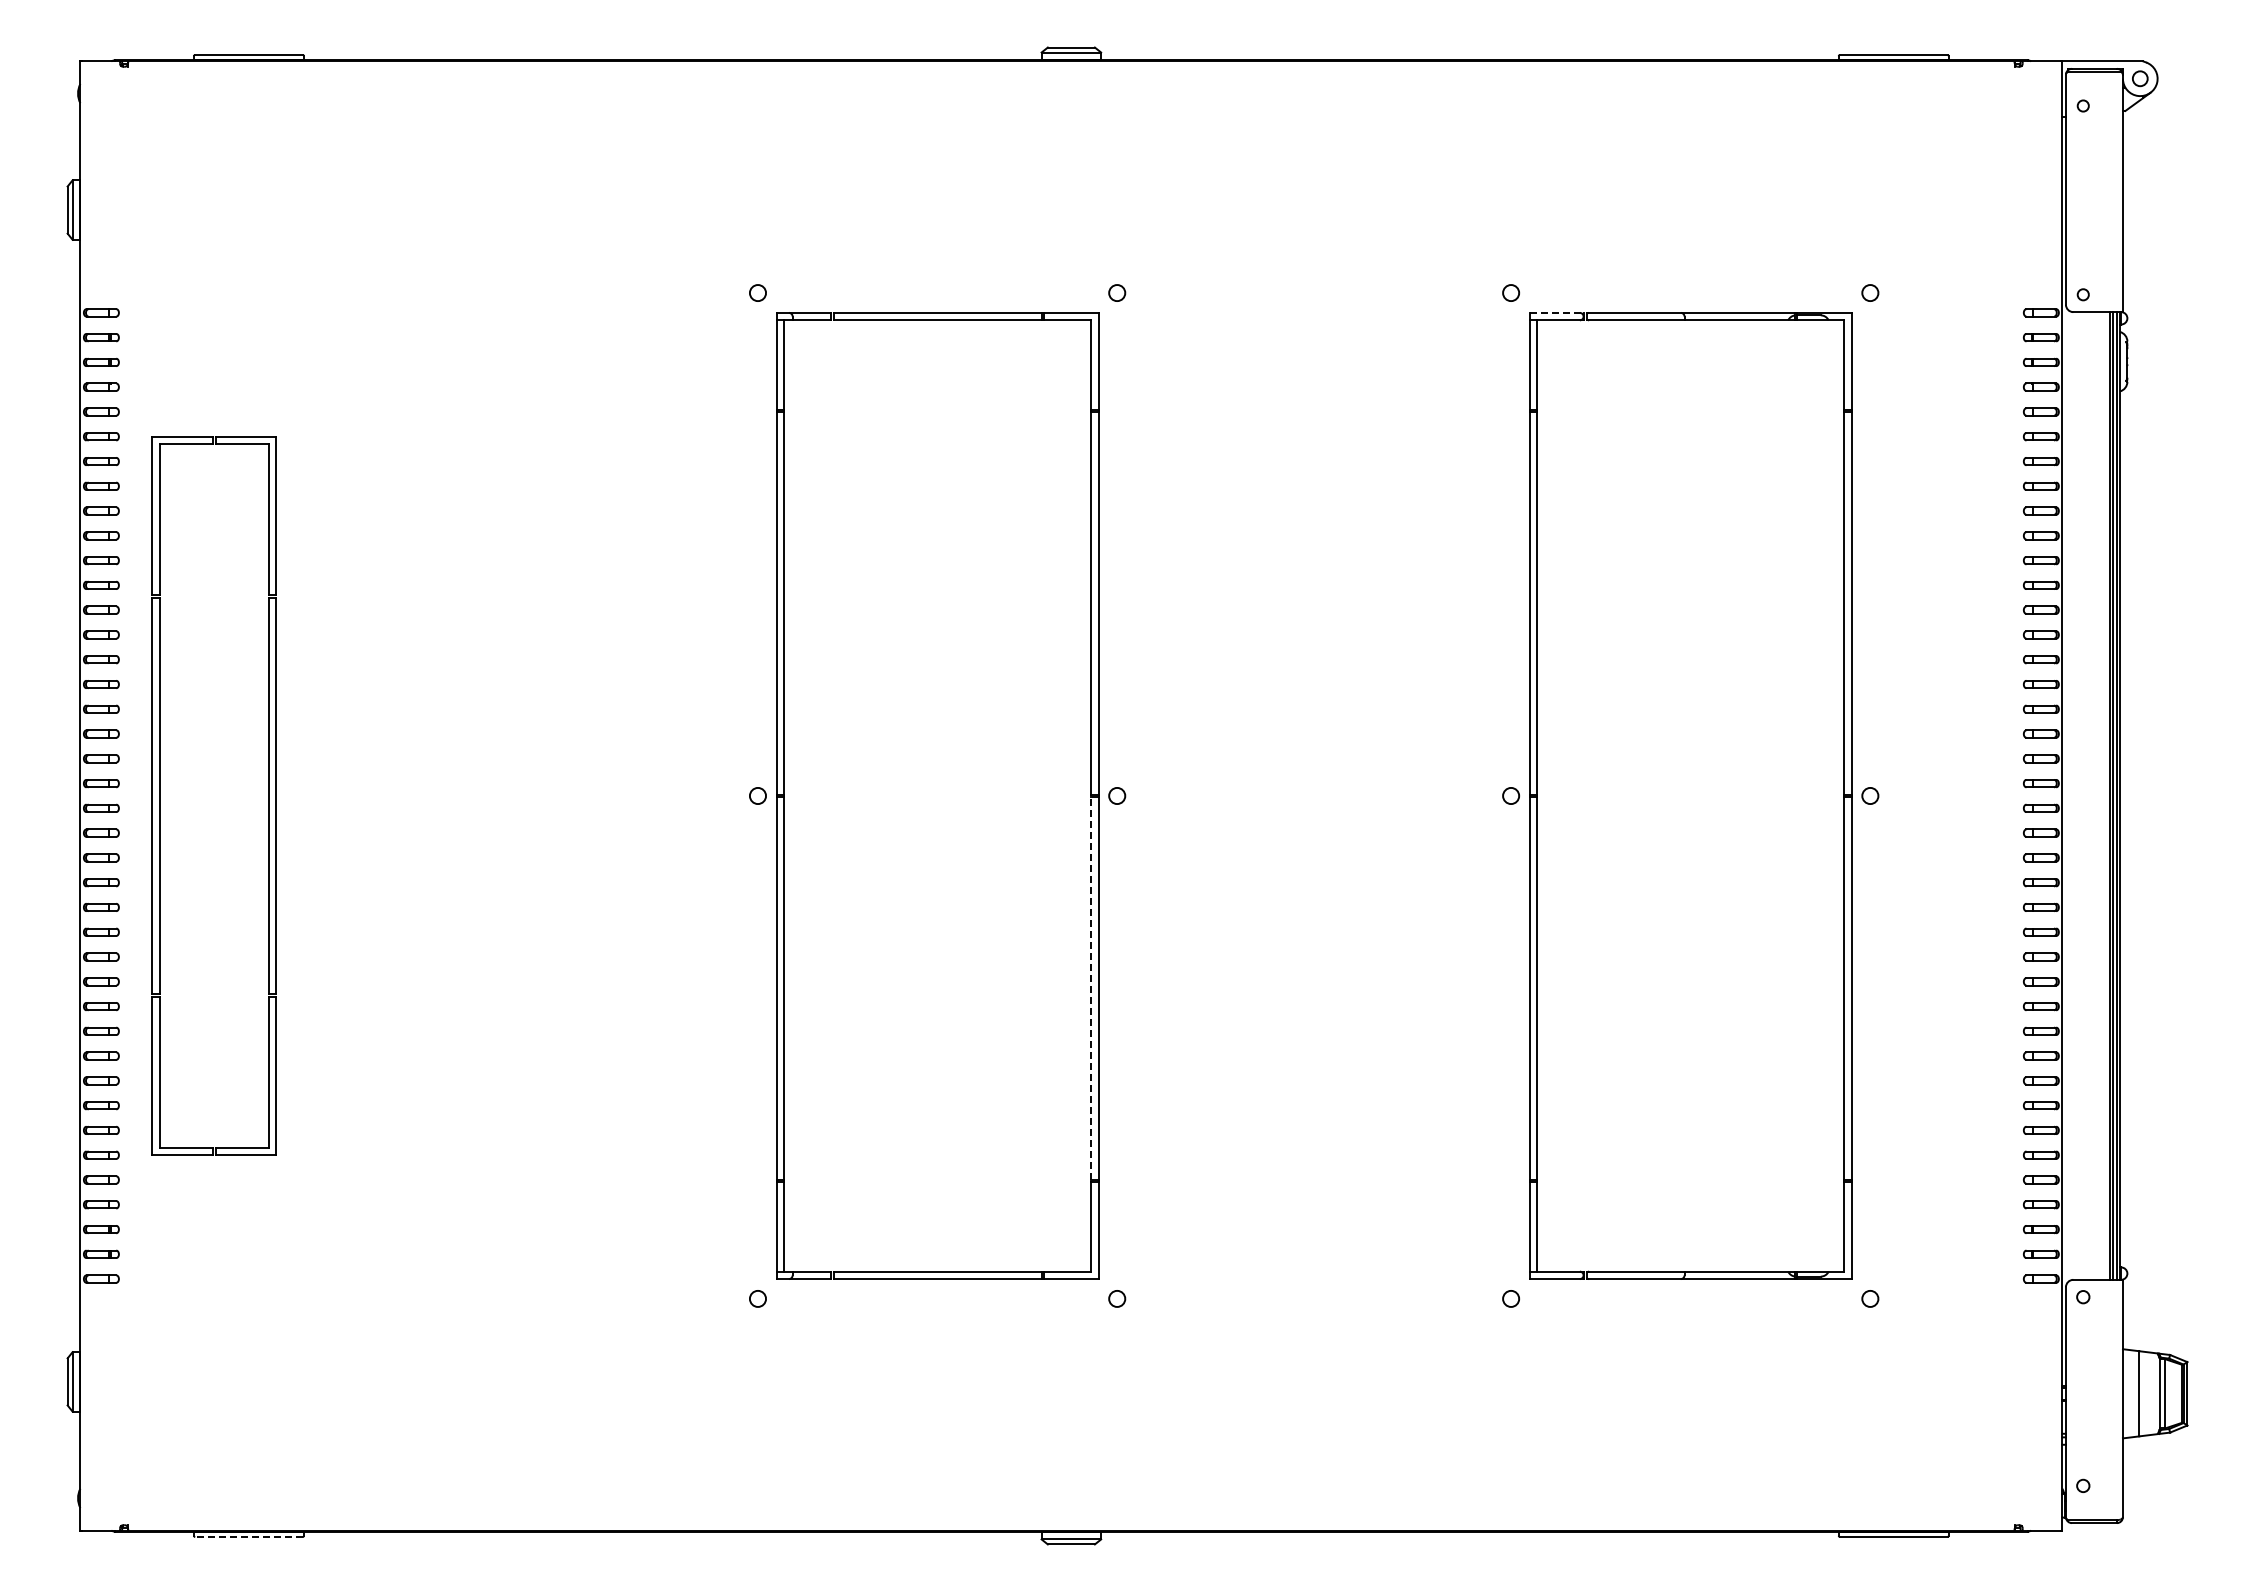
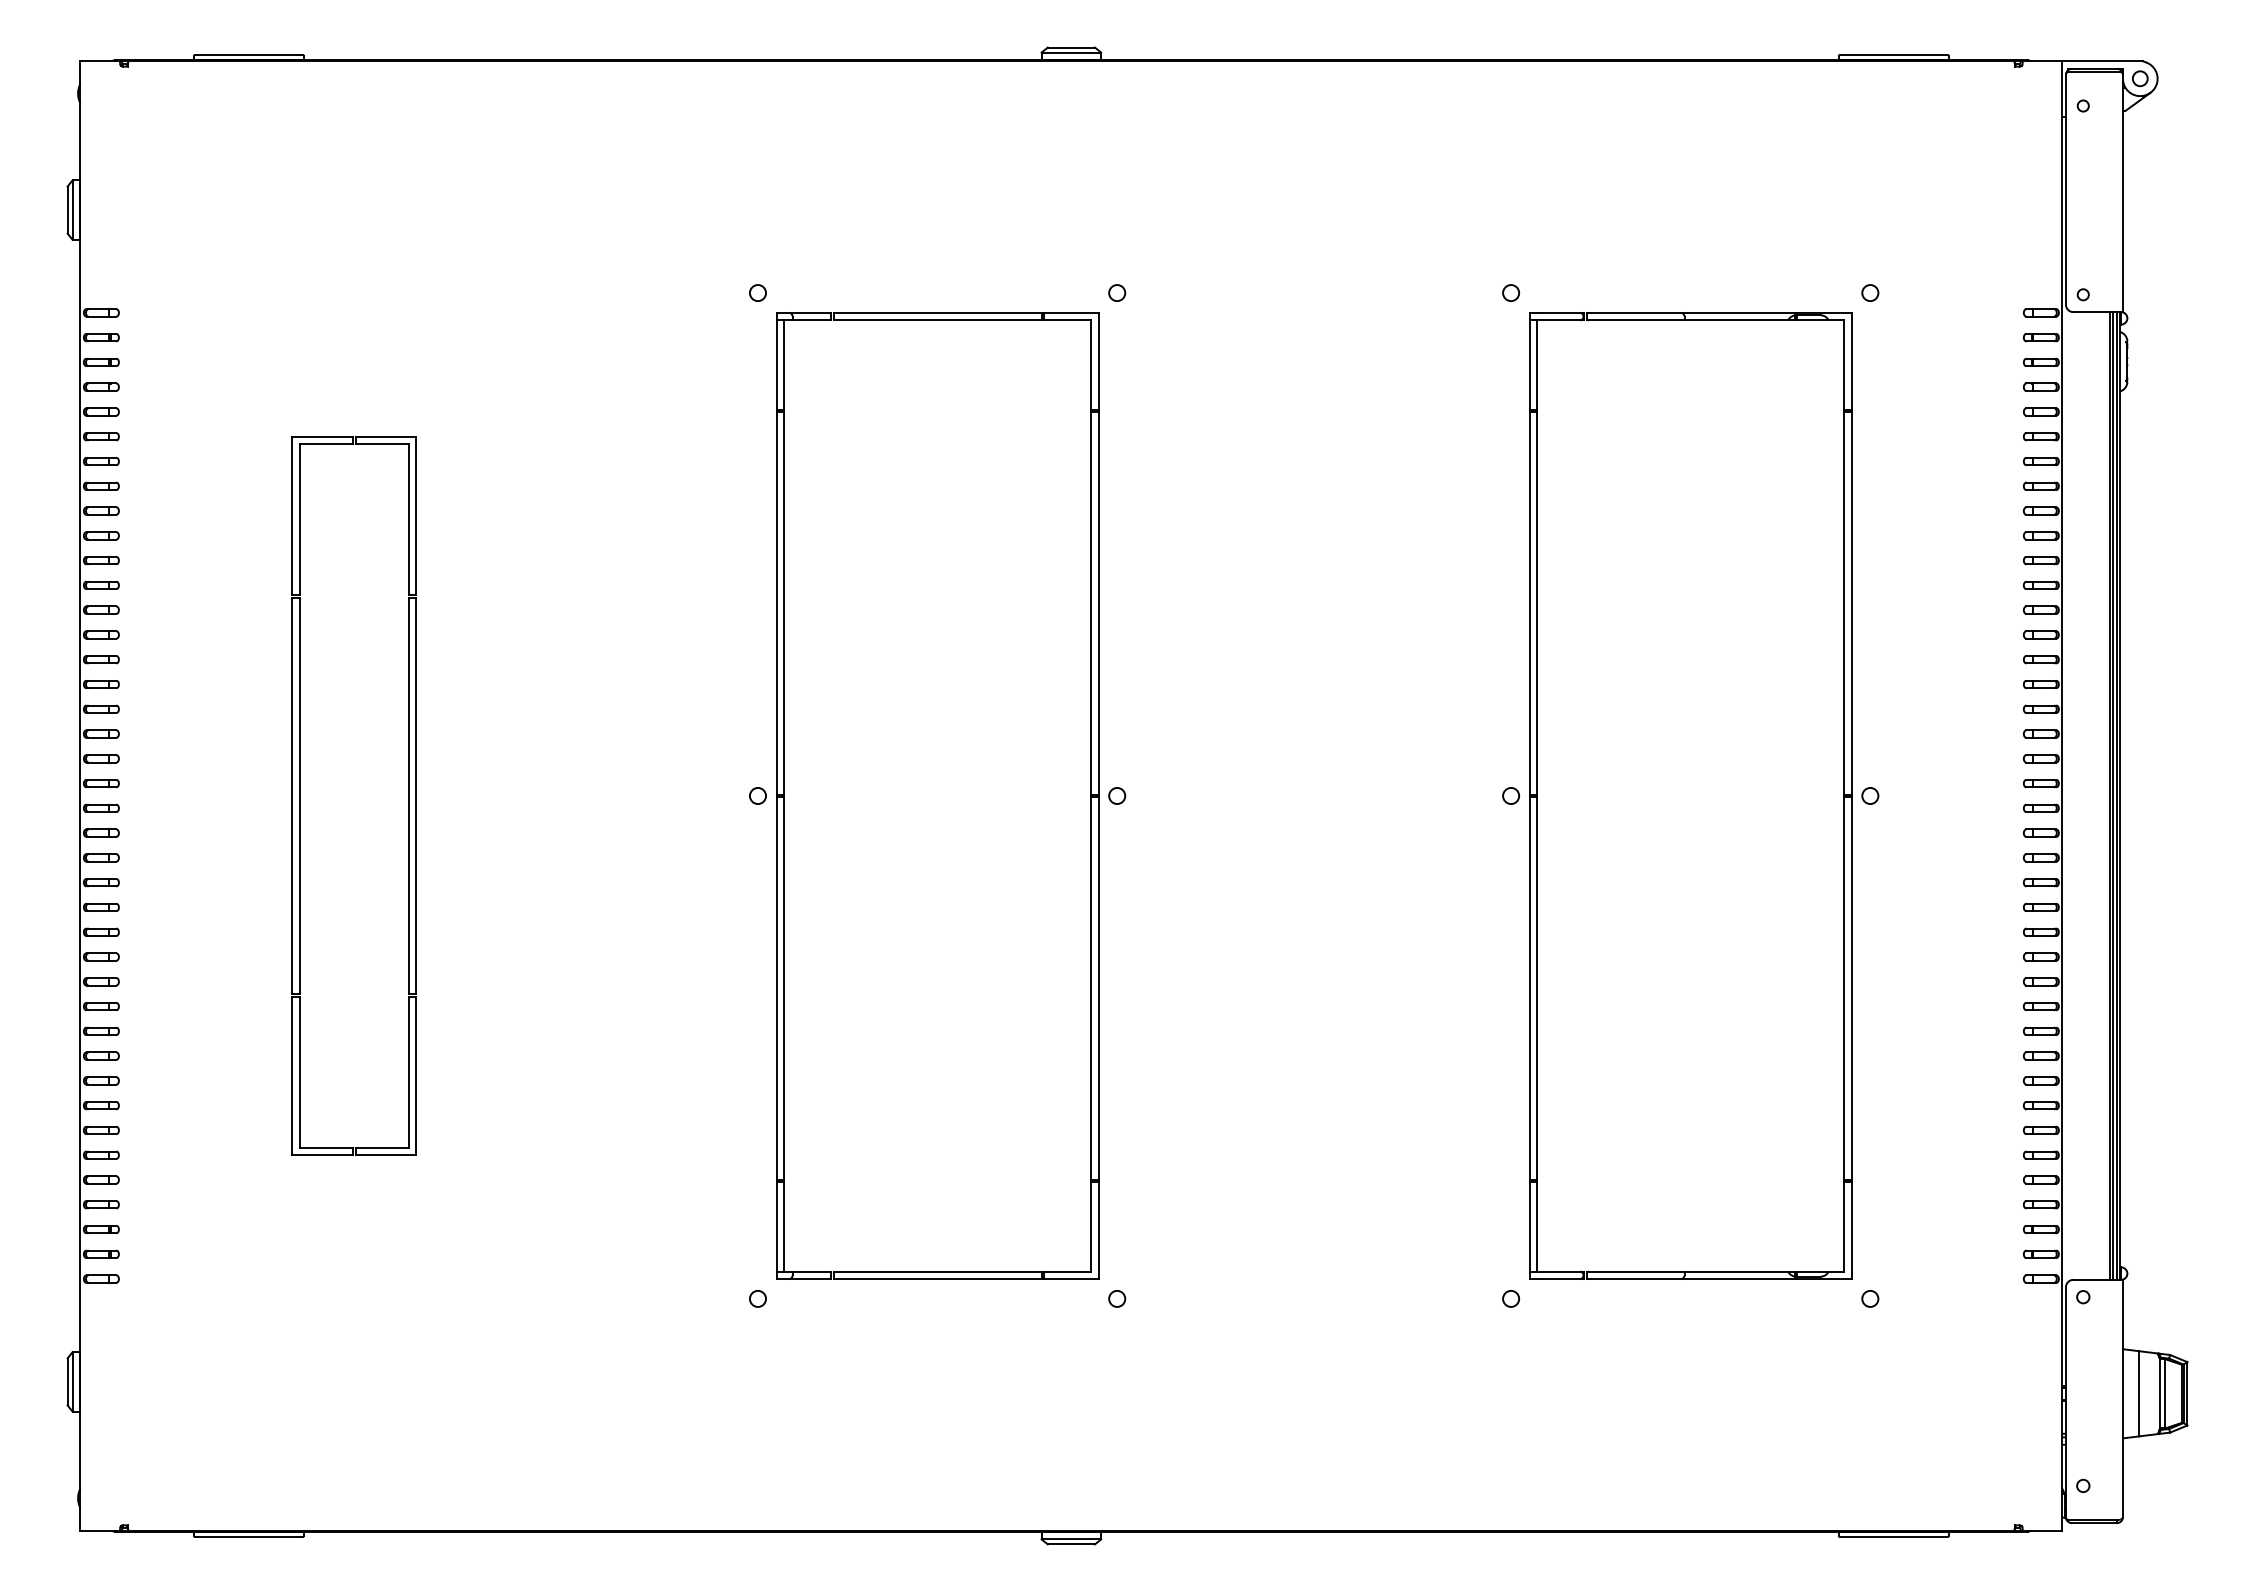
line at (1557, 312): dashed -> solid
part at (160, 795) position: (160, 795) -> (300, 795)
line at (1091, 988): dashed -> solid
line at (248, 1537): dashed -> solid
